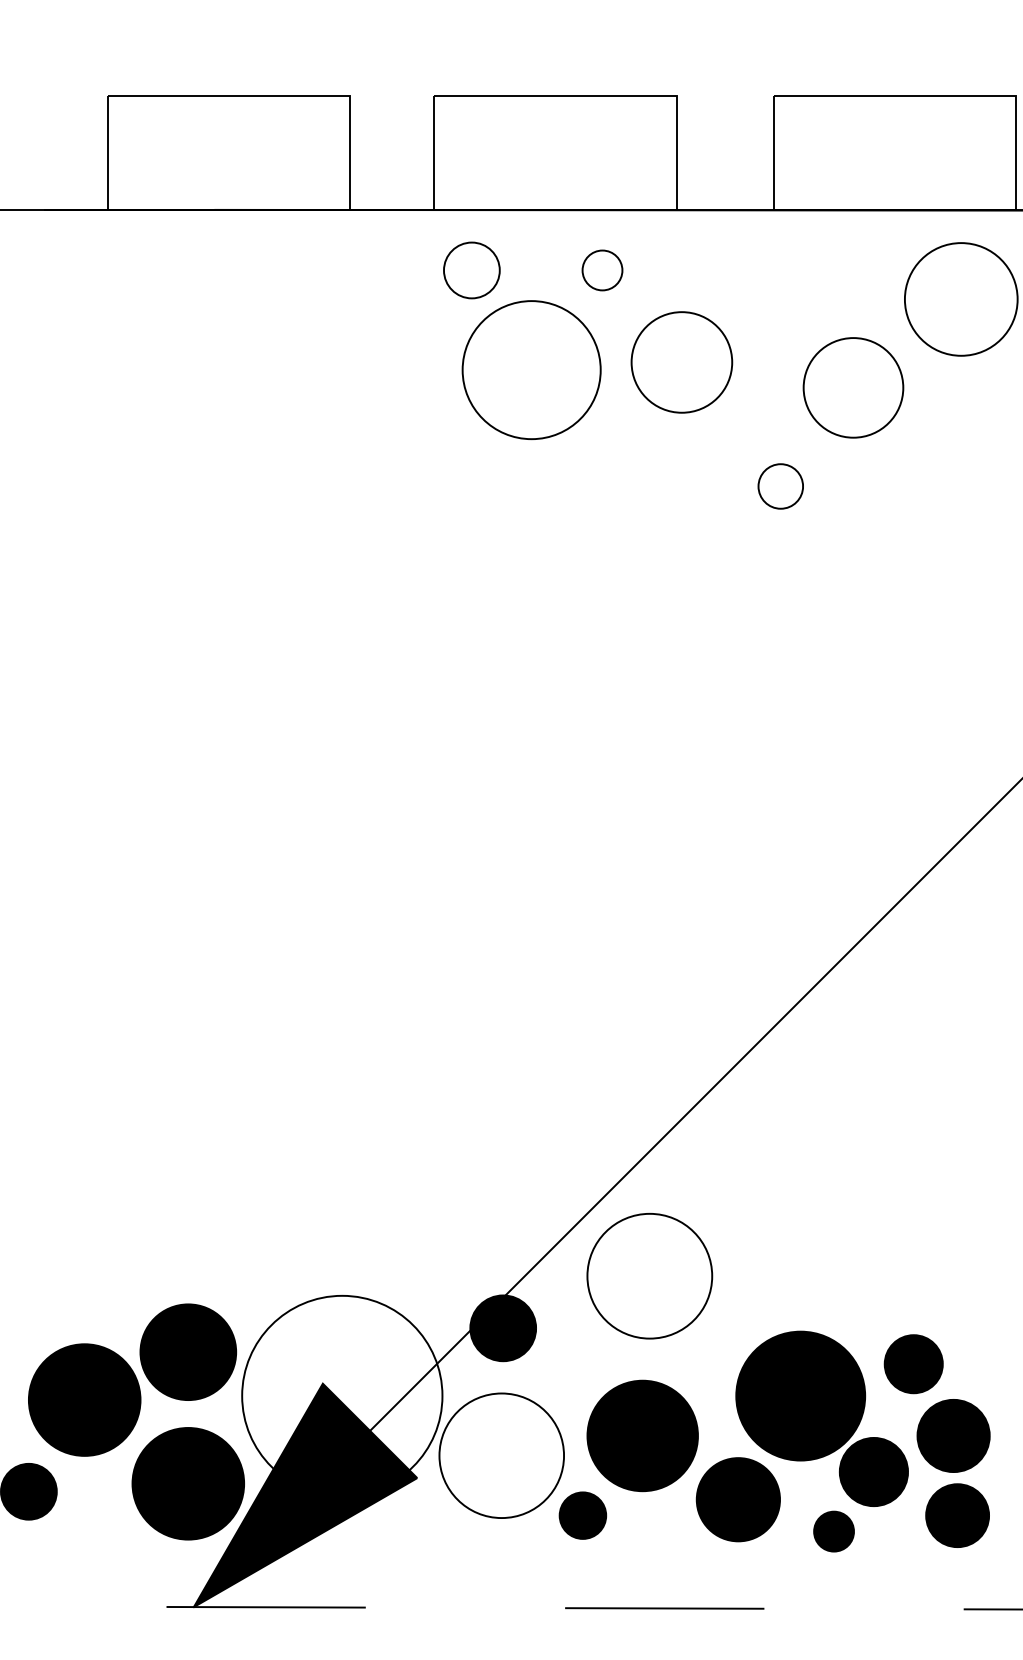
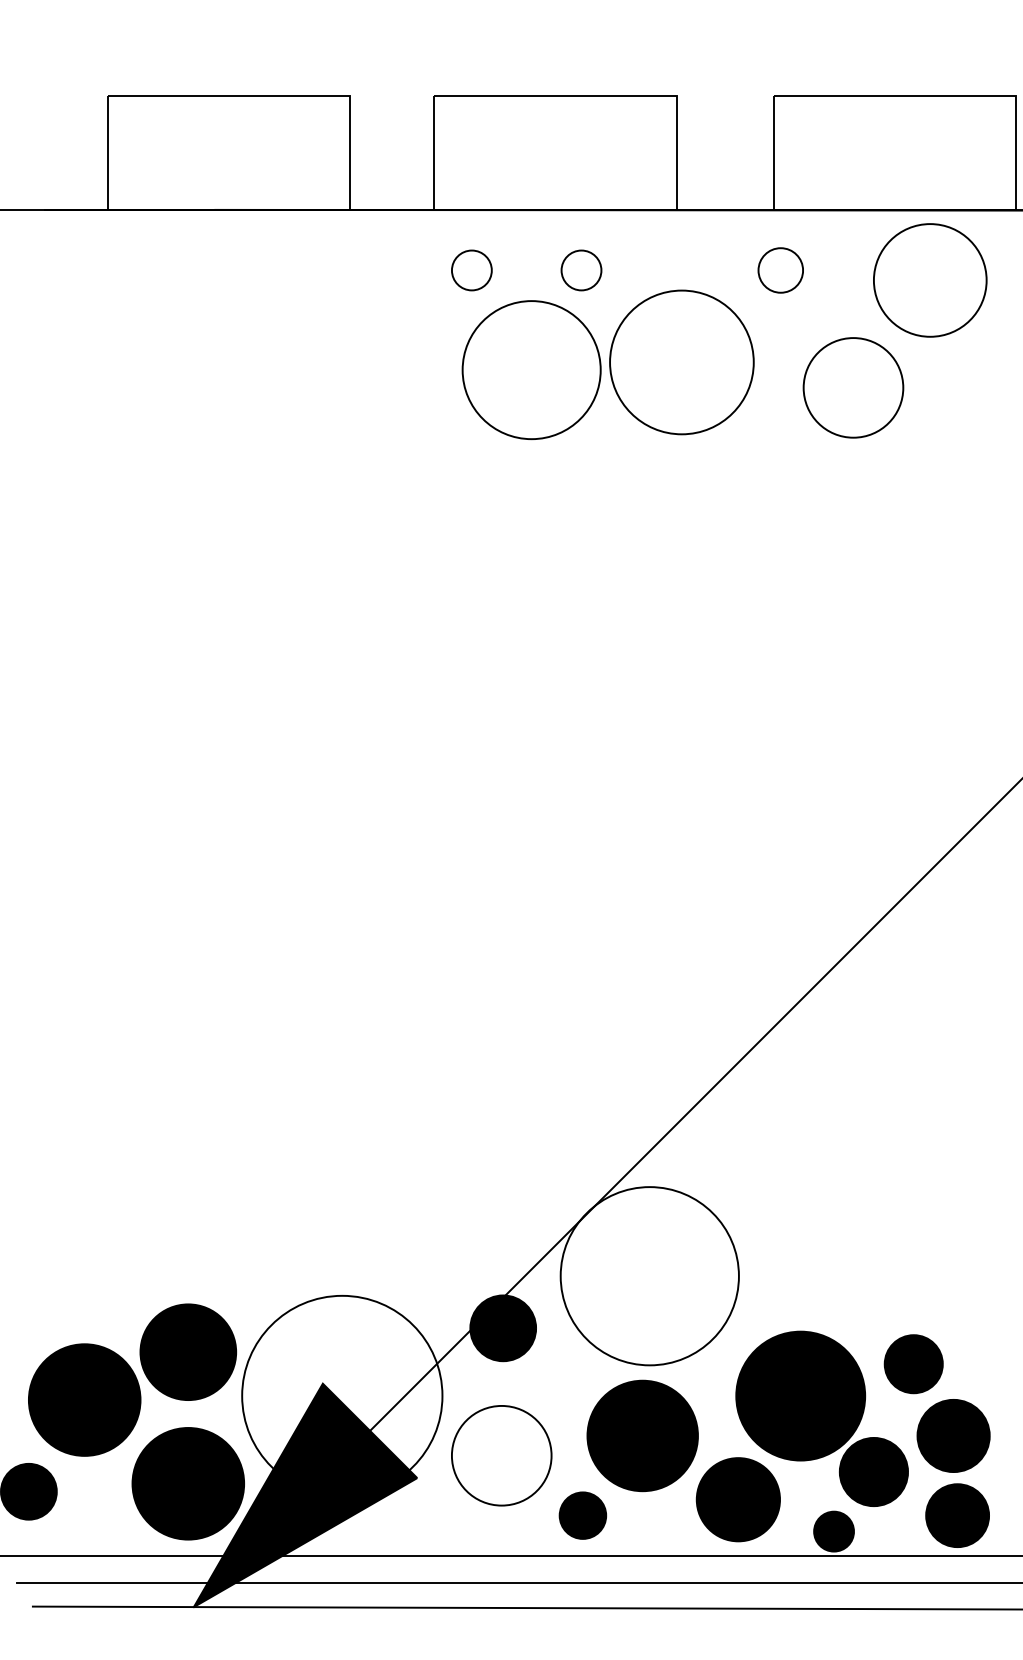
circle at (471, 270) diameter: 56 px -> 40 px
circle at (602, 270) position: (602, 270) -> (581, 270)
circle at (961, 299) position: (961, 299) -> (930, 280)
circle at (681, 362) diameter: 101 px -> 144 px
circle at (780, 486) position: (780, 486) -> (780, 270)
circle at (649, 1275) diameter: 125 px -> 178 px
circle at (501, 1455) diameter: 125 px -> 100 px
line at (510, 1555): none -> present
line at (517, 1583): none -> present
line at (527, 1608): dashed -> solid
